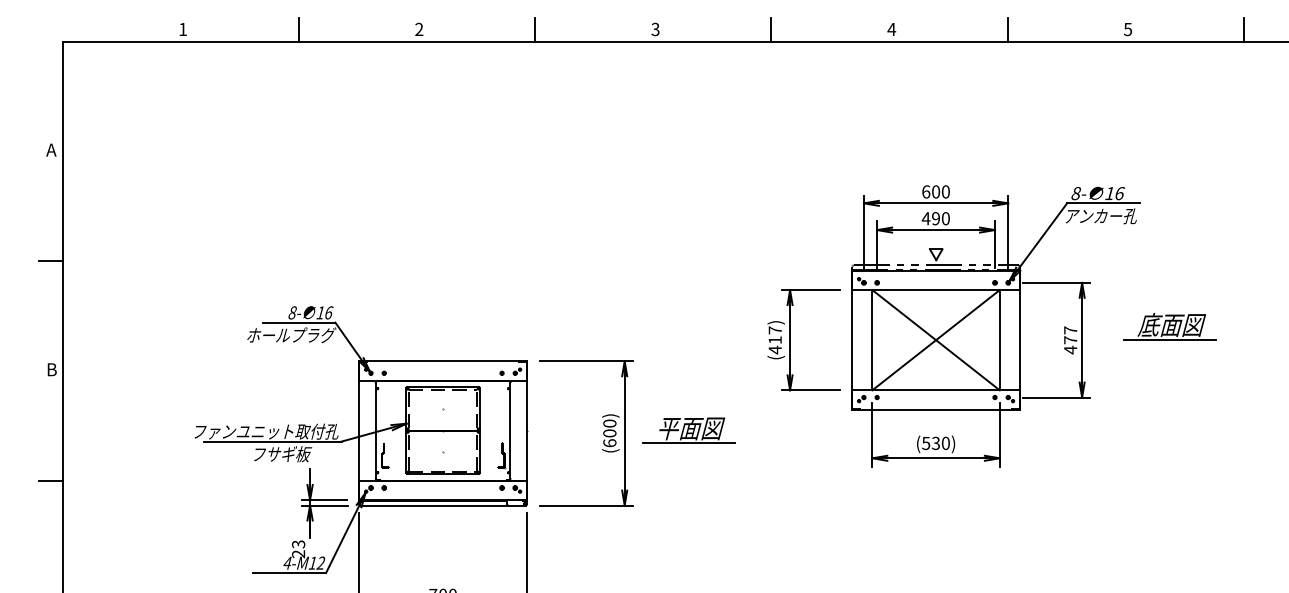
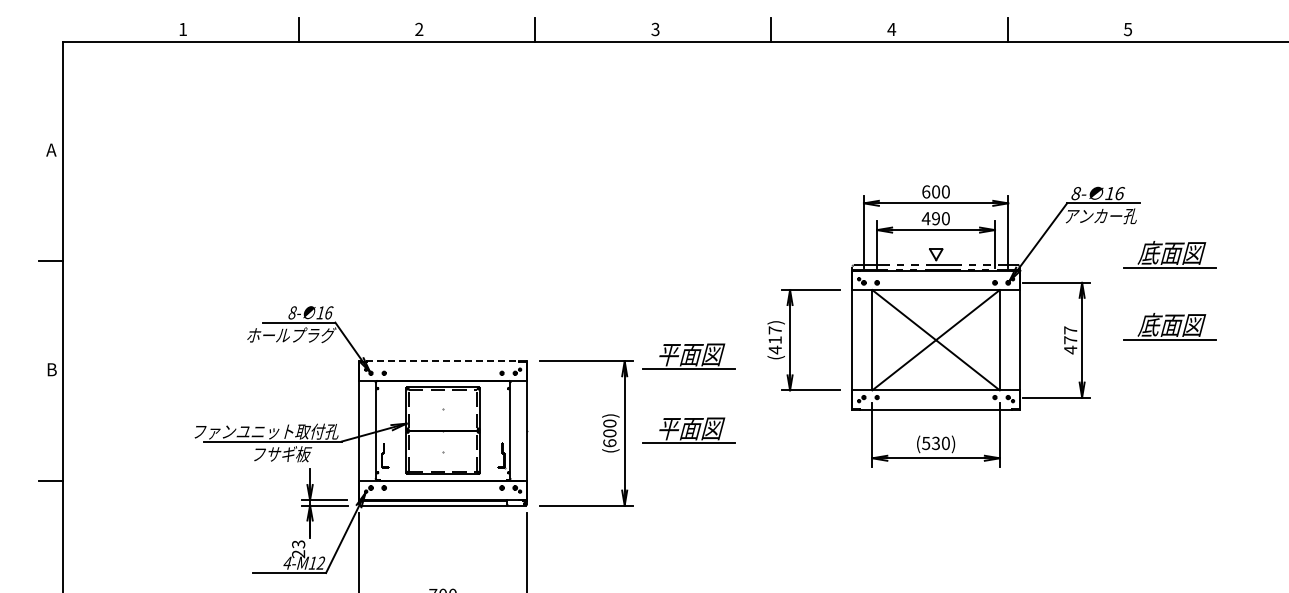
line at (1243, 29): present -> none
part at (1169, 254): none -> present
part at (688, 356): none -> present
line at (442, 361): solid -> dashed
